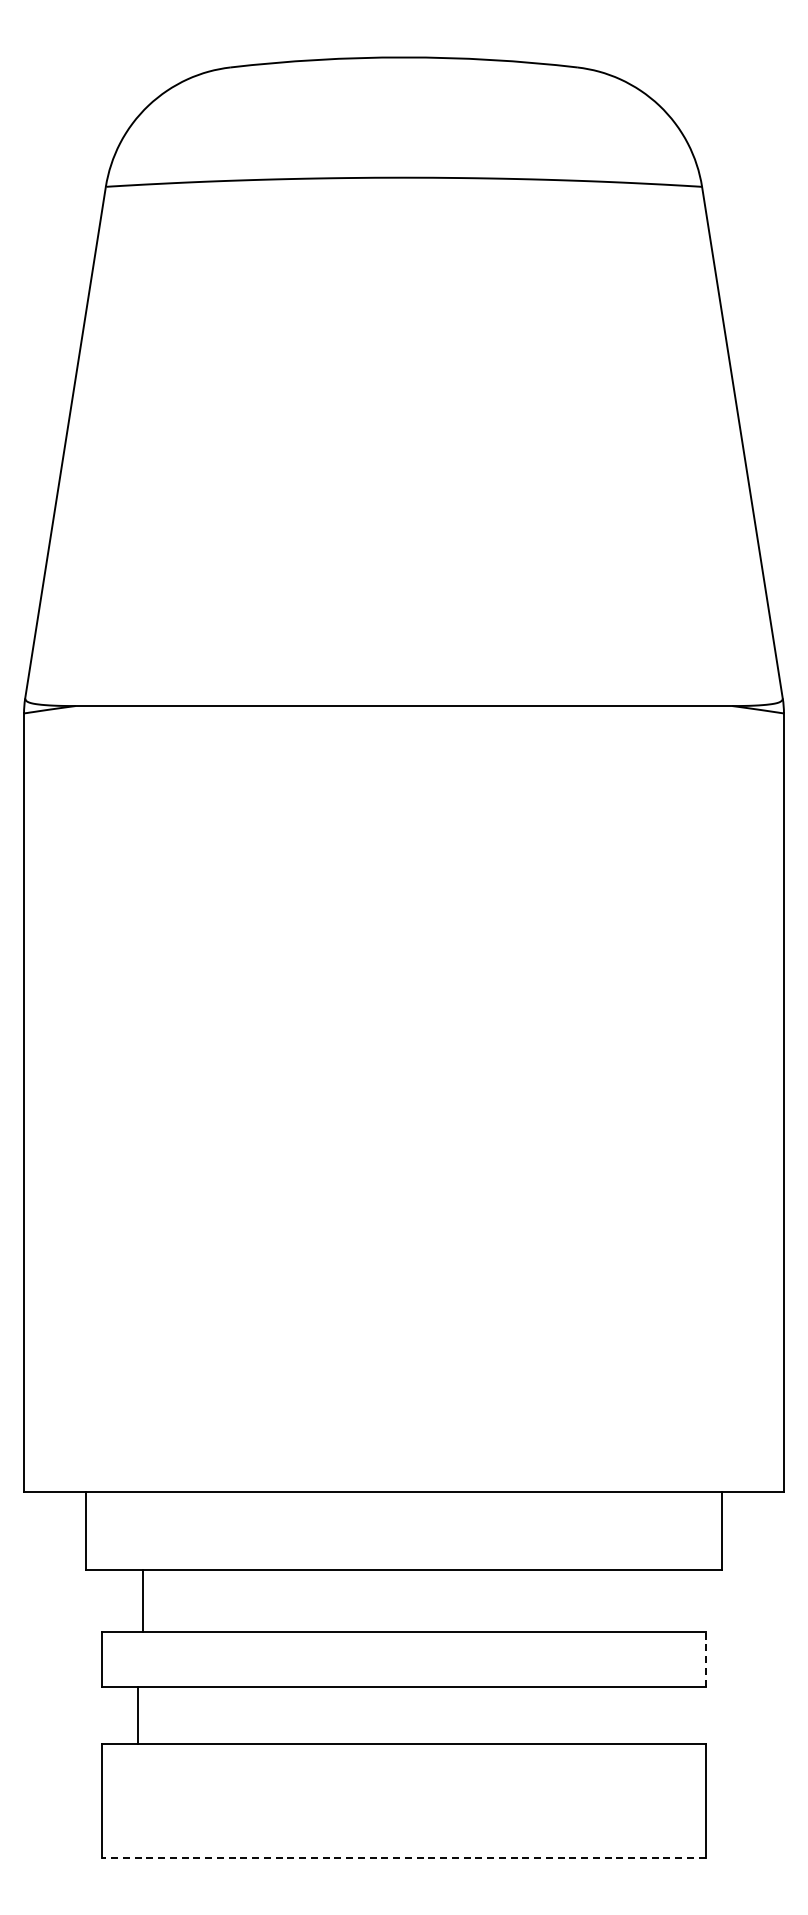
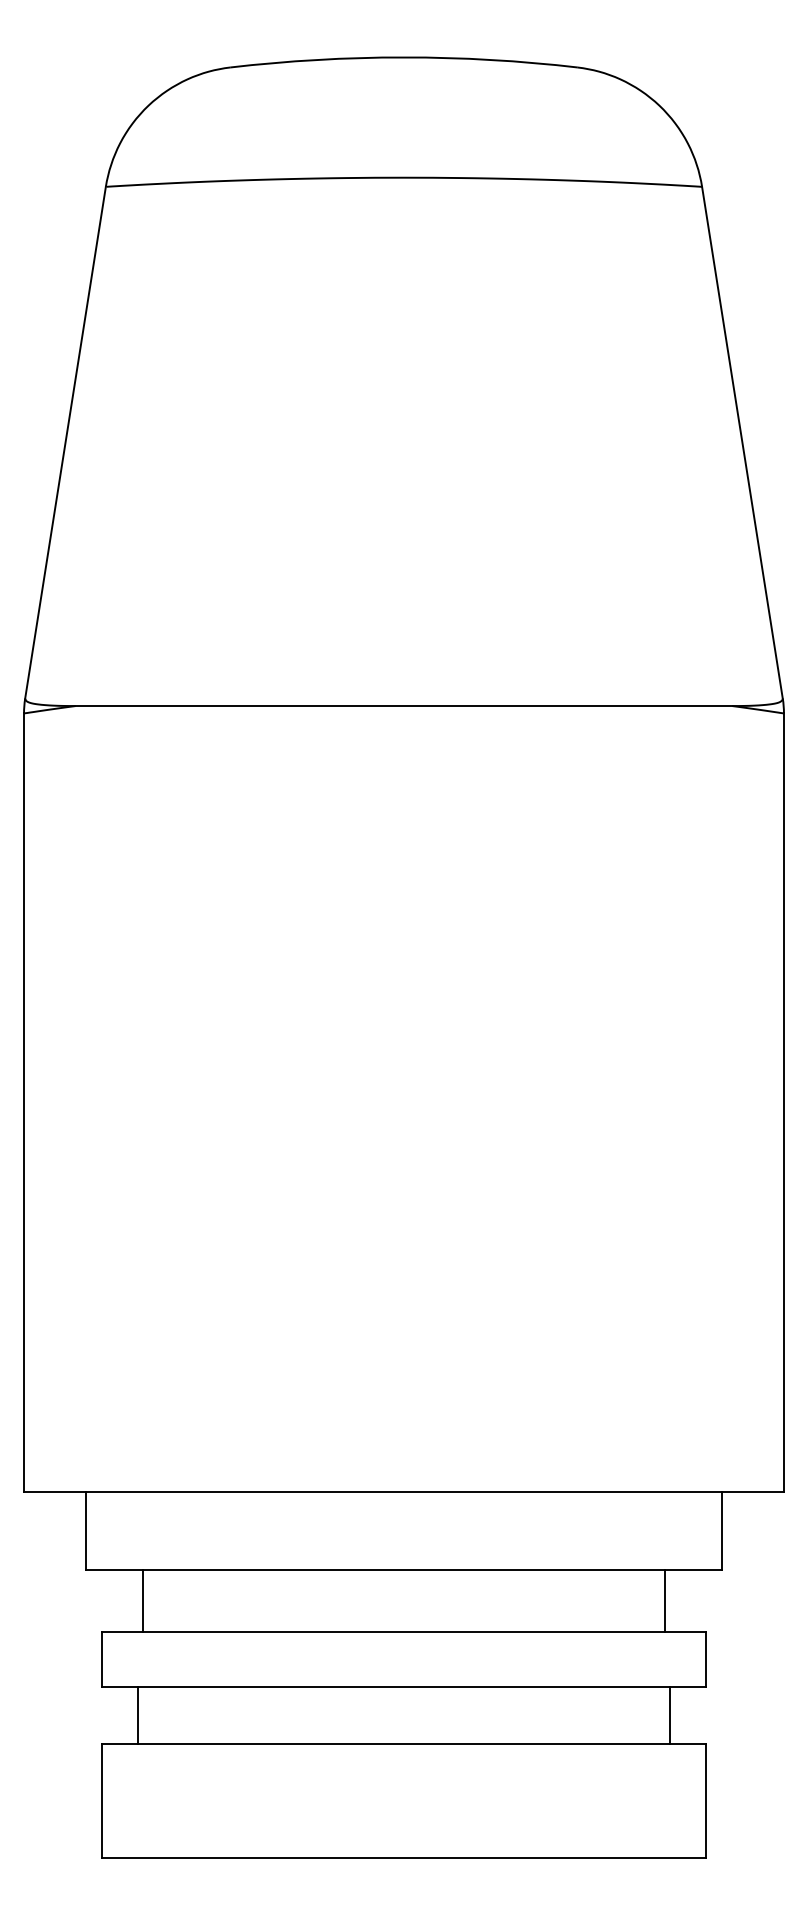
line at (665, 1600): none -> present
line at (705, 1658): dashed -> solid
line at (669, 1714): none -> present
line at (404, 1857): dashed -> solid
